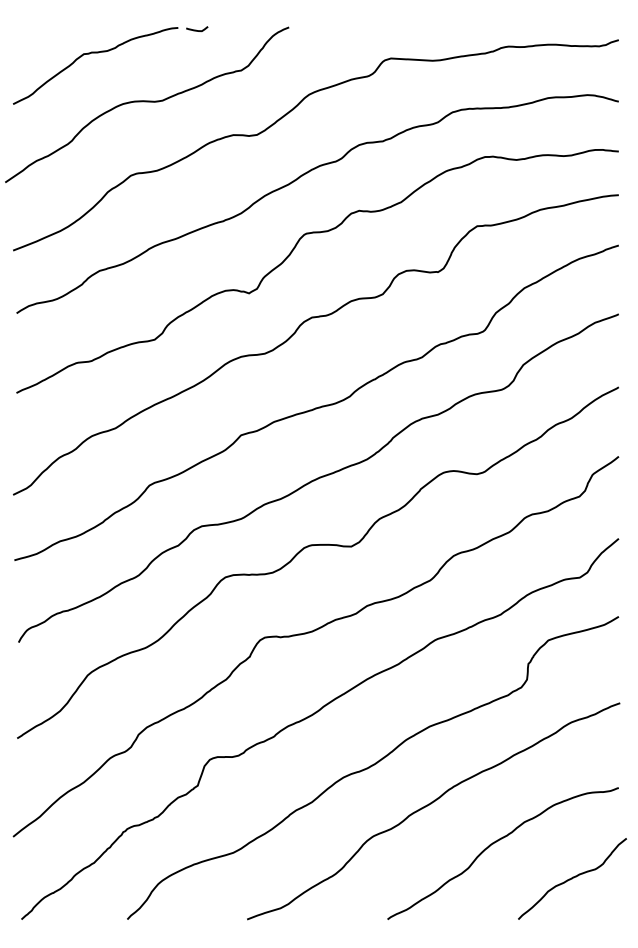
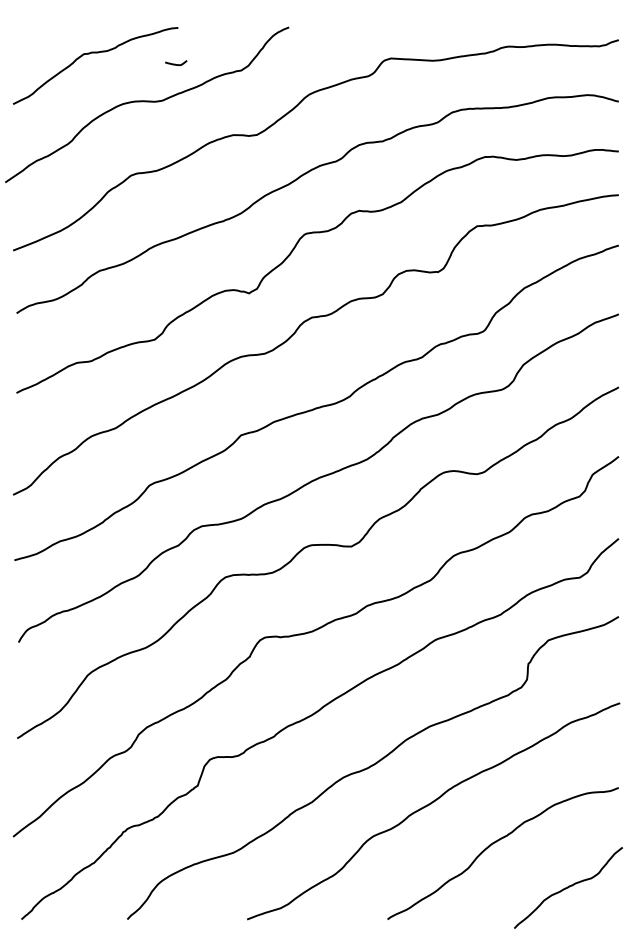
curve at (196, 29) position: (196, 29) -> (175, 63)
curve at (572, 878) position: (572, 878) -> (568, 887)
